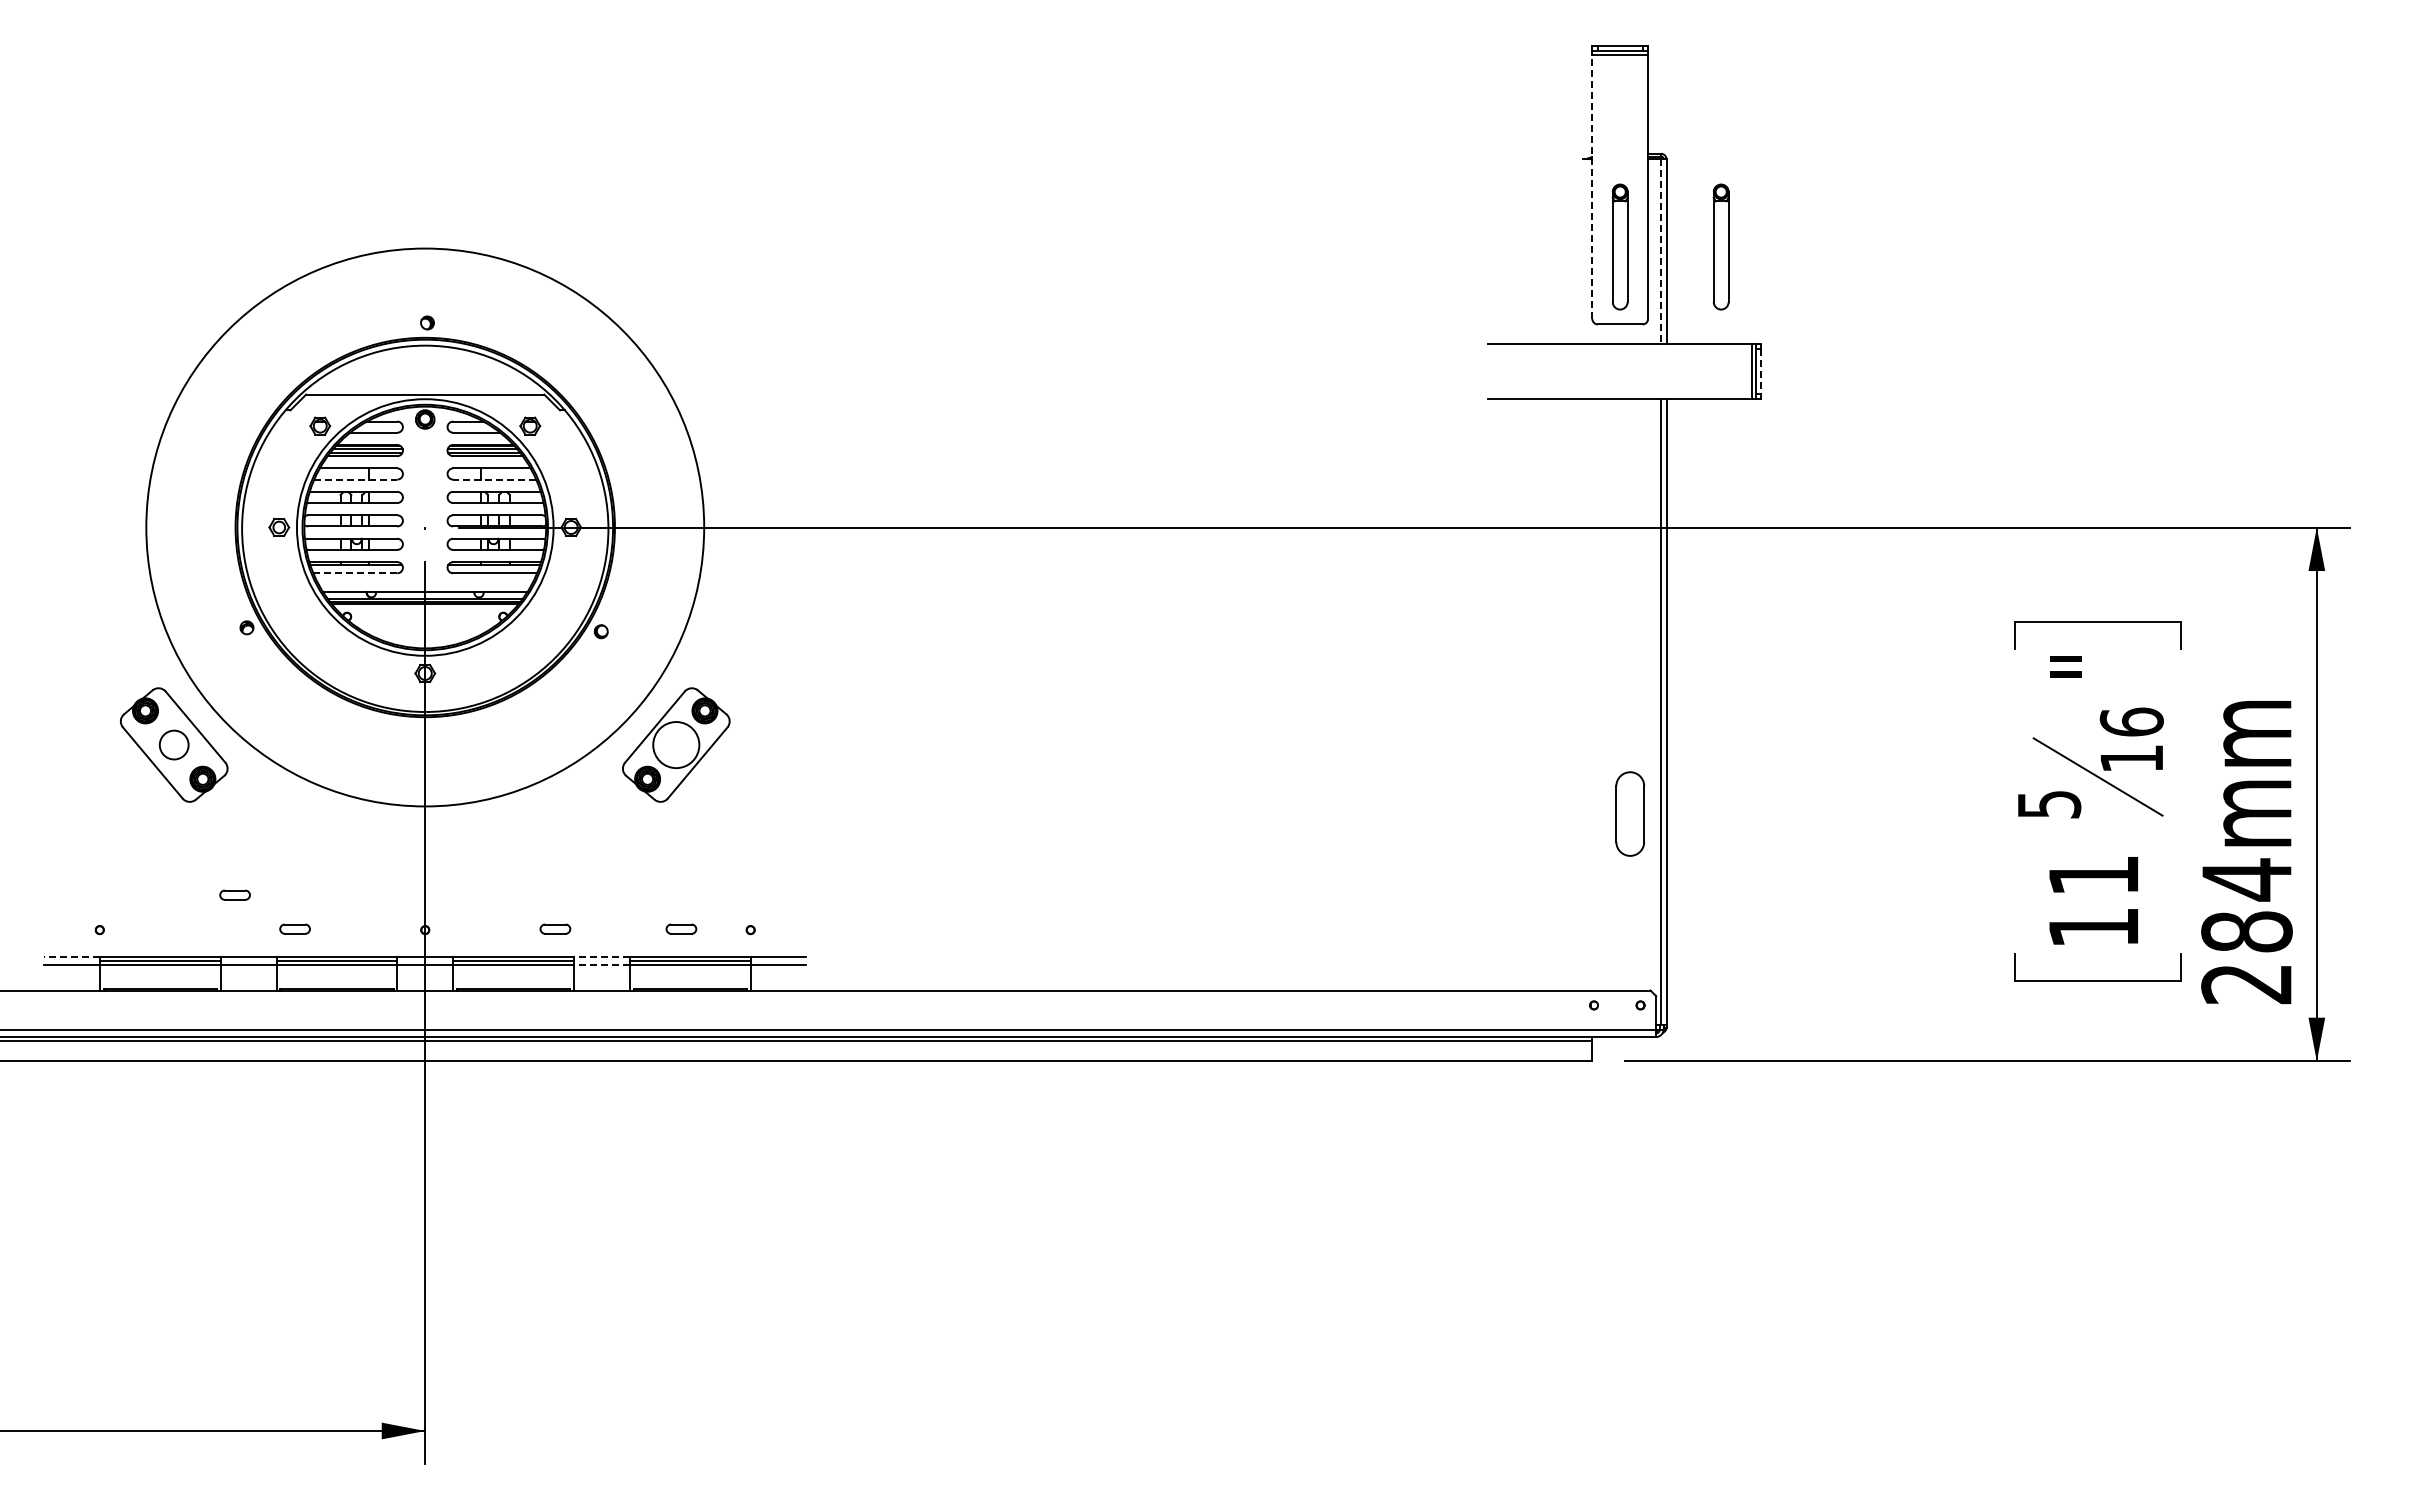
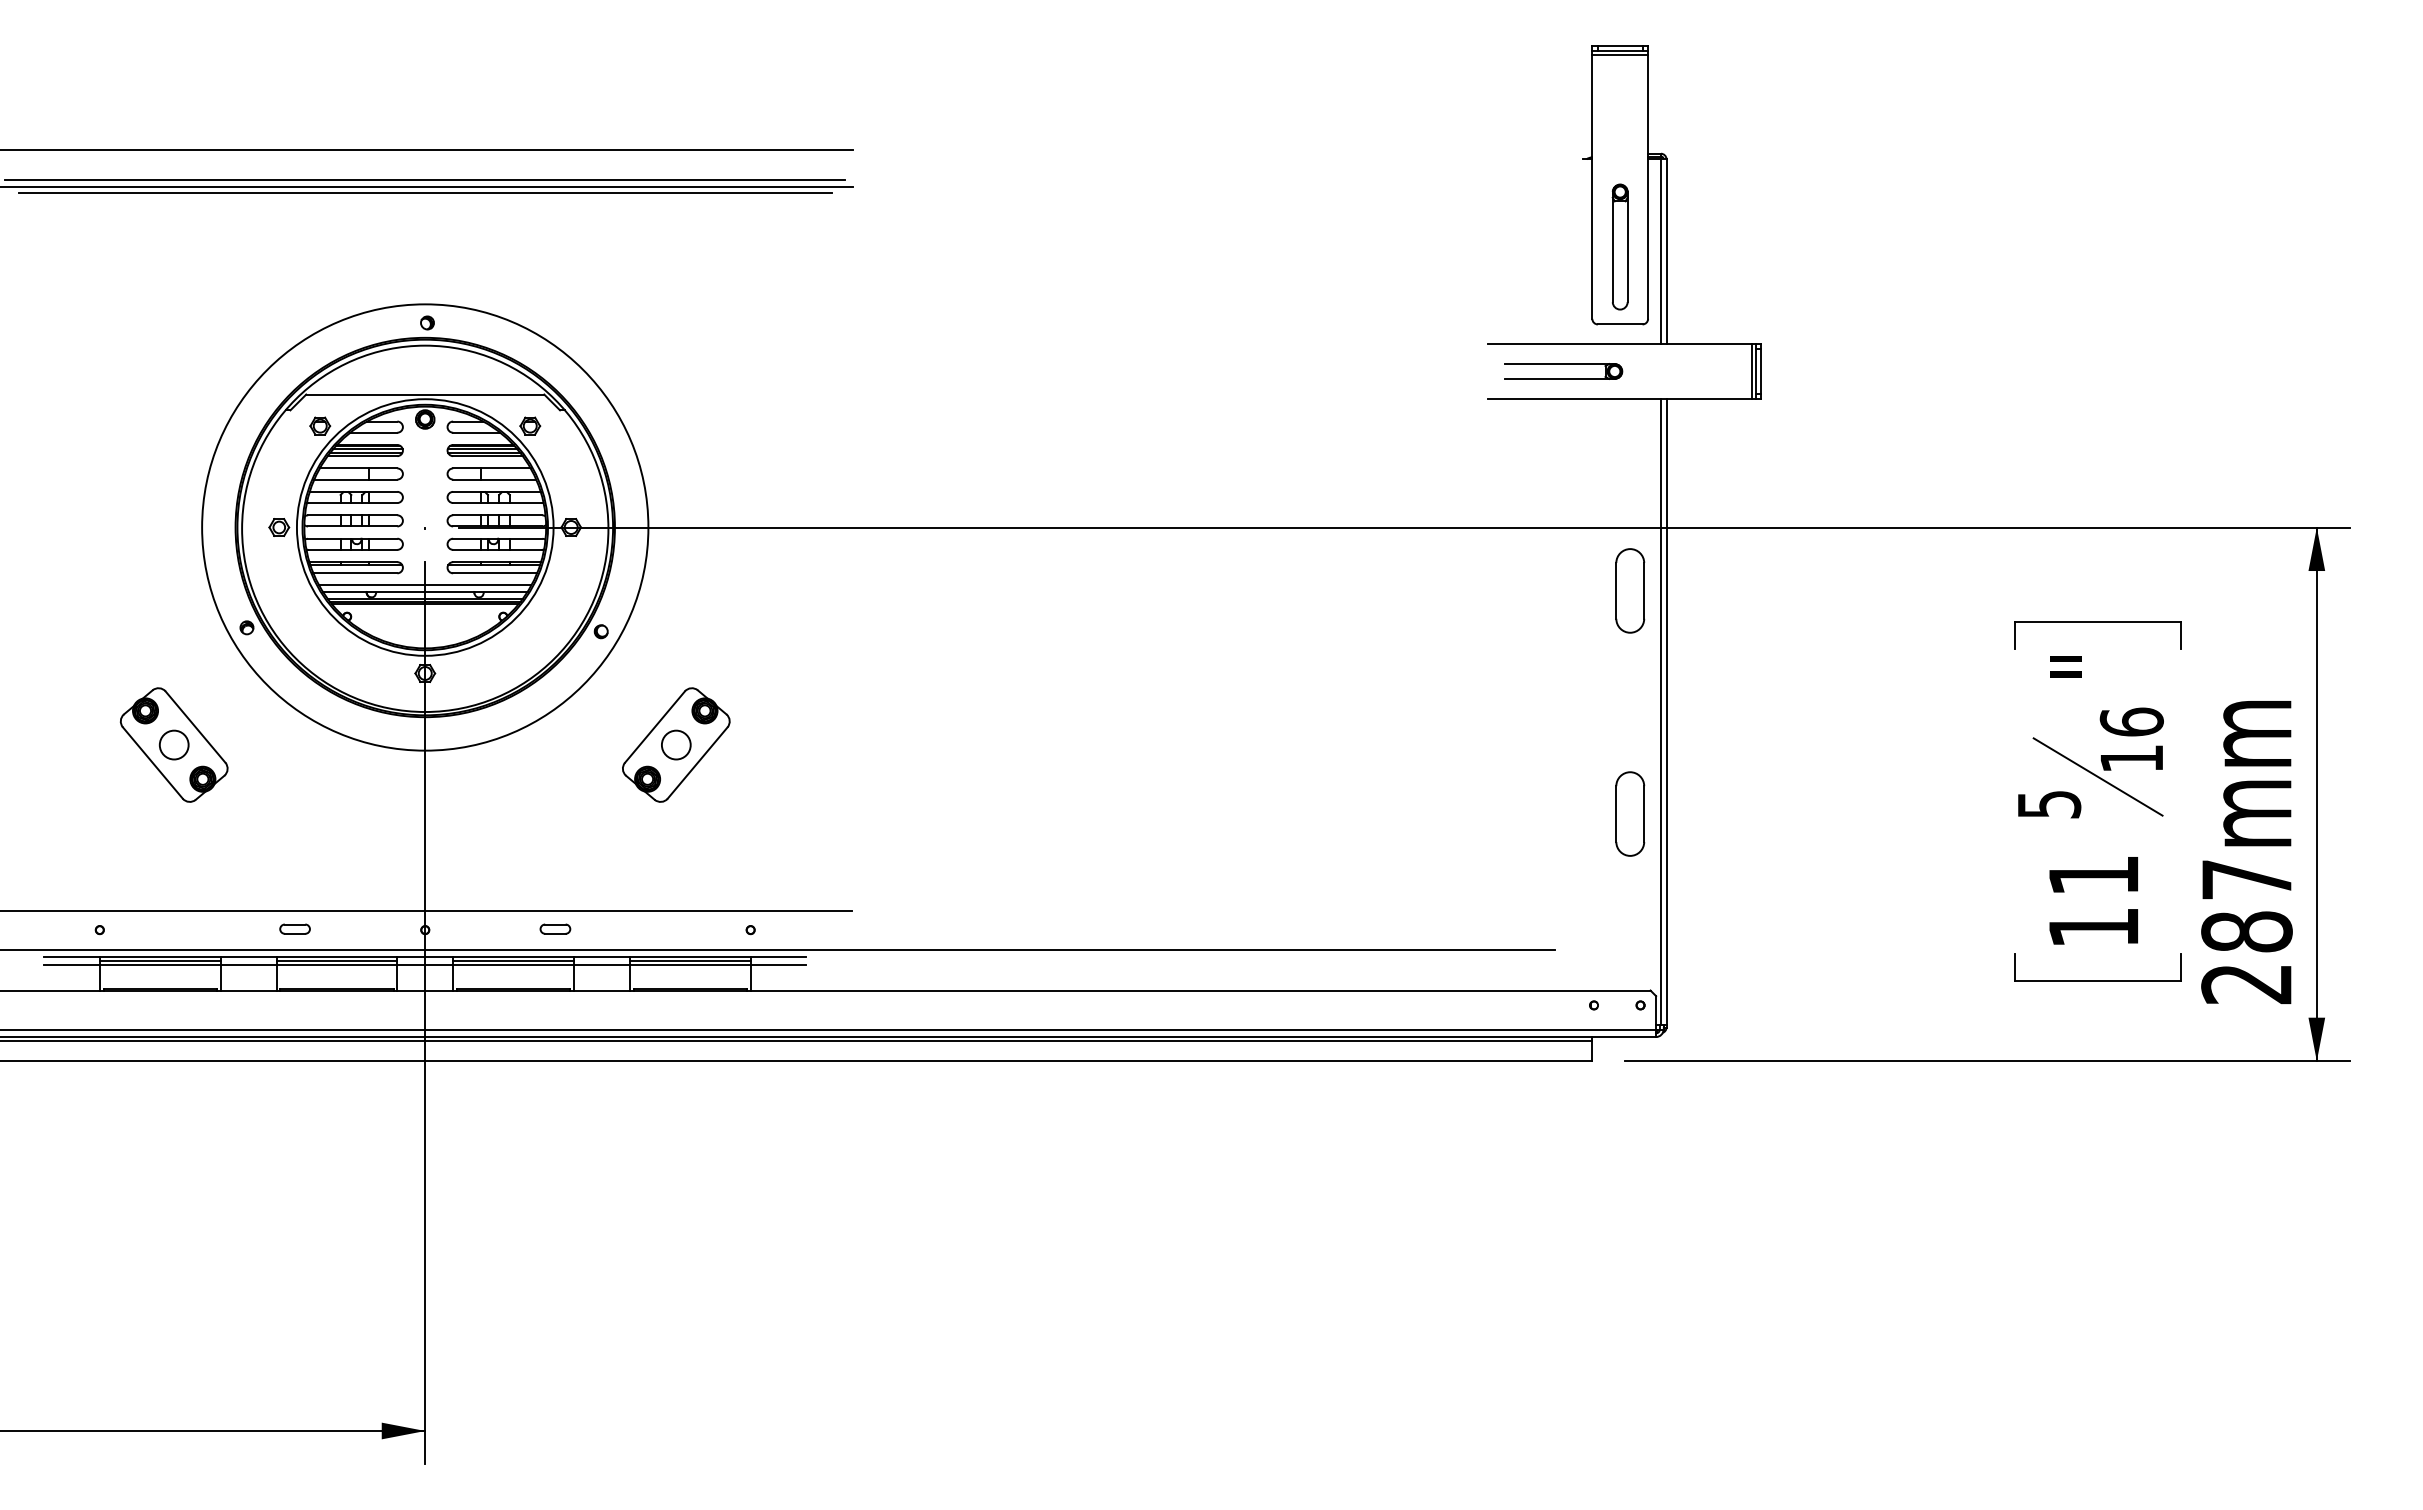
line at (427, 150): none -> present
line at (425, 179): none -> present
line at (1592, 186): dashed -> solid
line at (427, 187): none -> present
line at (424, 192): none -> present
part at (1720, 246): present -> none
line at (1660, 251): dashed -> solid
part at (1563, 364): none -> present
line at (1761, 371): dashed -> solid
line at (355, 479): dashed -> solid
line at (494, 479): dashed -> solid
circle at (425, 527) diameter: 558 px -> 446 px
line at (355, 573): dashed -> solid
line at (425, 585): none -> present
part at (1630, 590): none -> present
circle at (676, 745) diameter: 46 px -> 29 px
text at (2246, 879): 284mm -> 287mm
part at (234, 894): present -> none
line at (426, 910): none -> present
part at (681, 928): present -> none
line at (778, 949): none -> present
line at (71, 957): dashed -> solid
line at (601, 957): dashed -> solid
line at (601, 964): dashed -> solid
